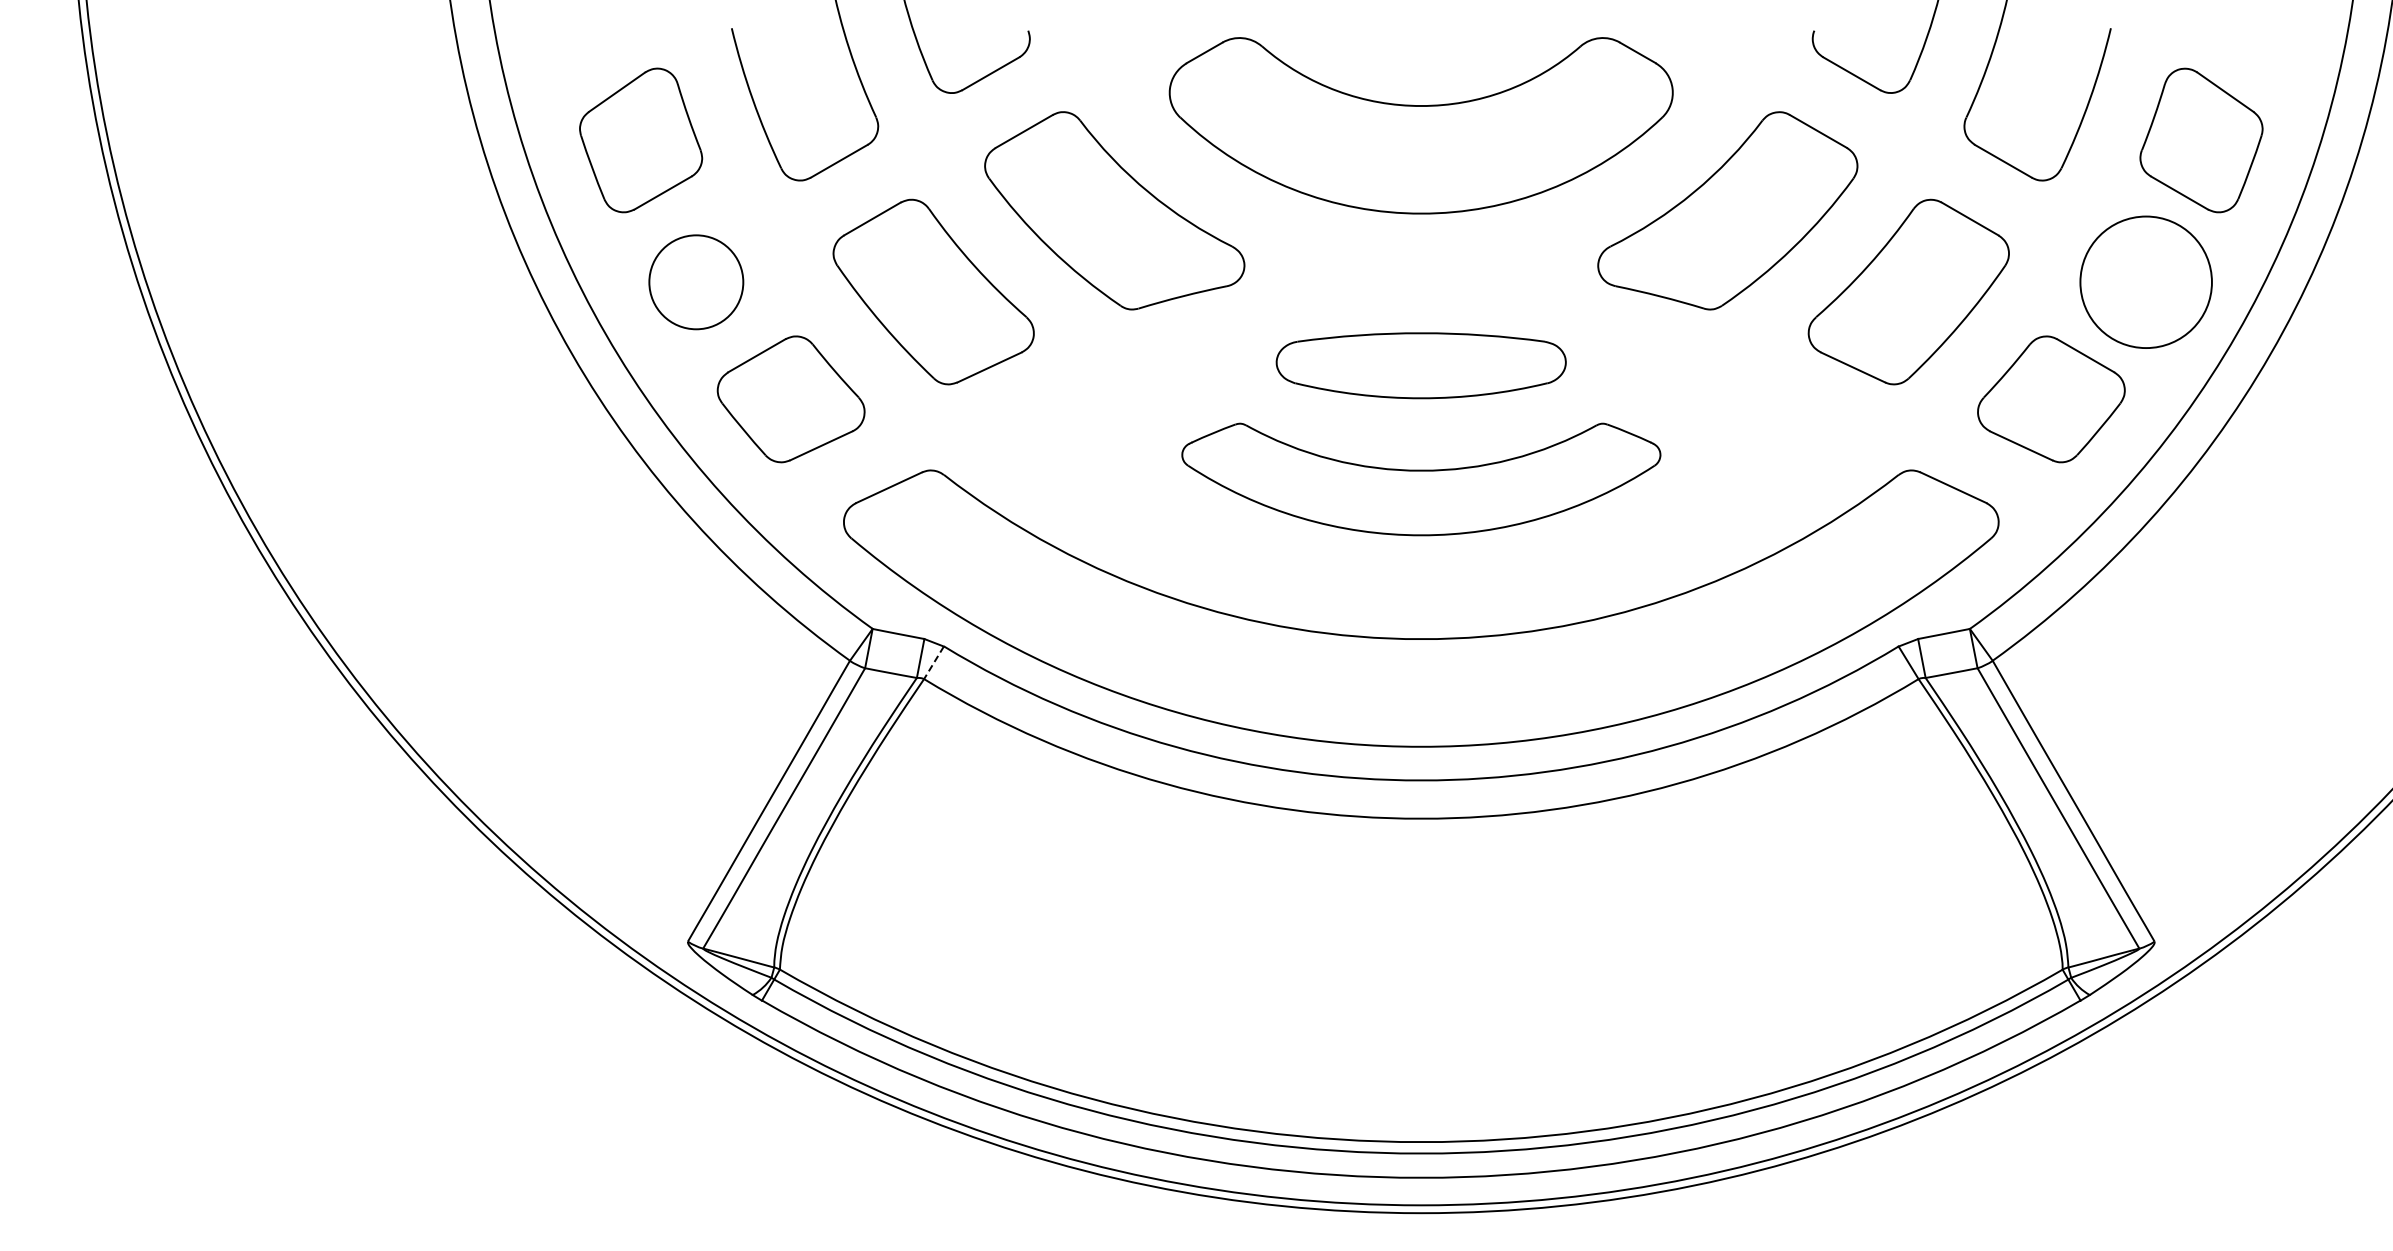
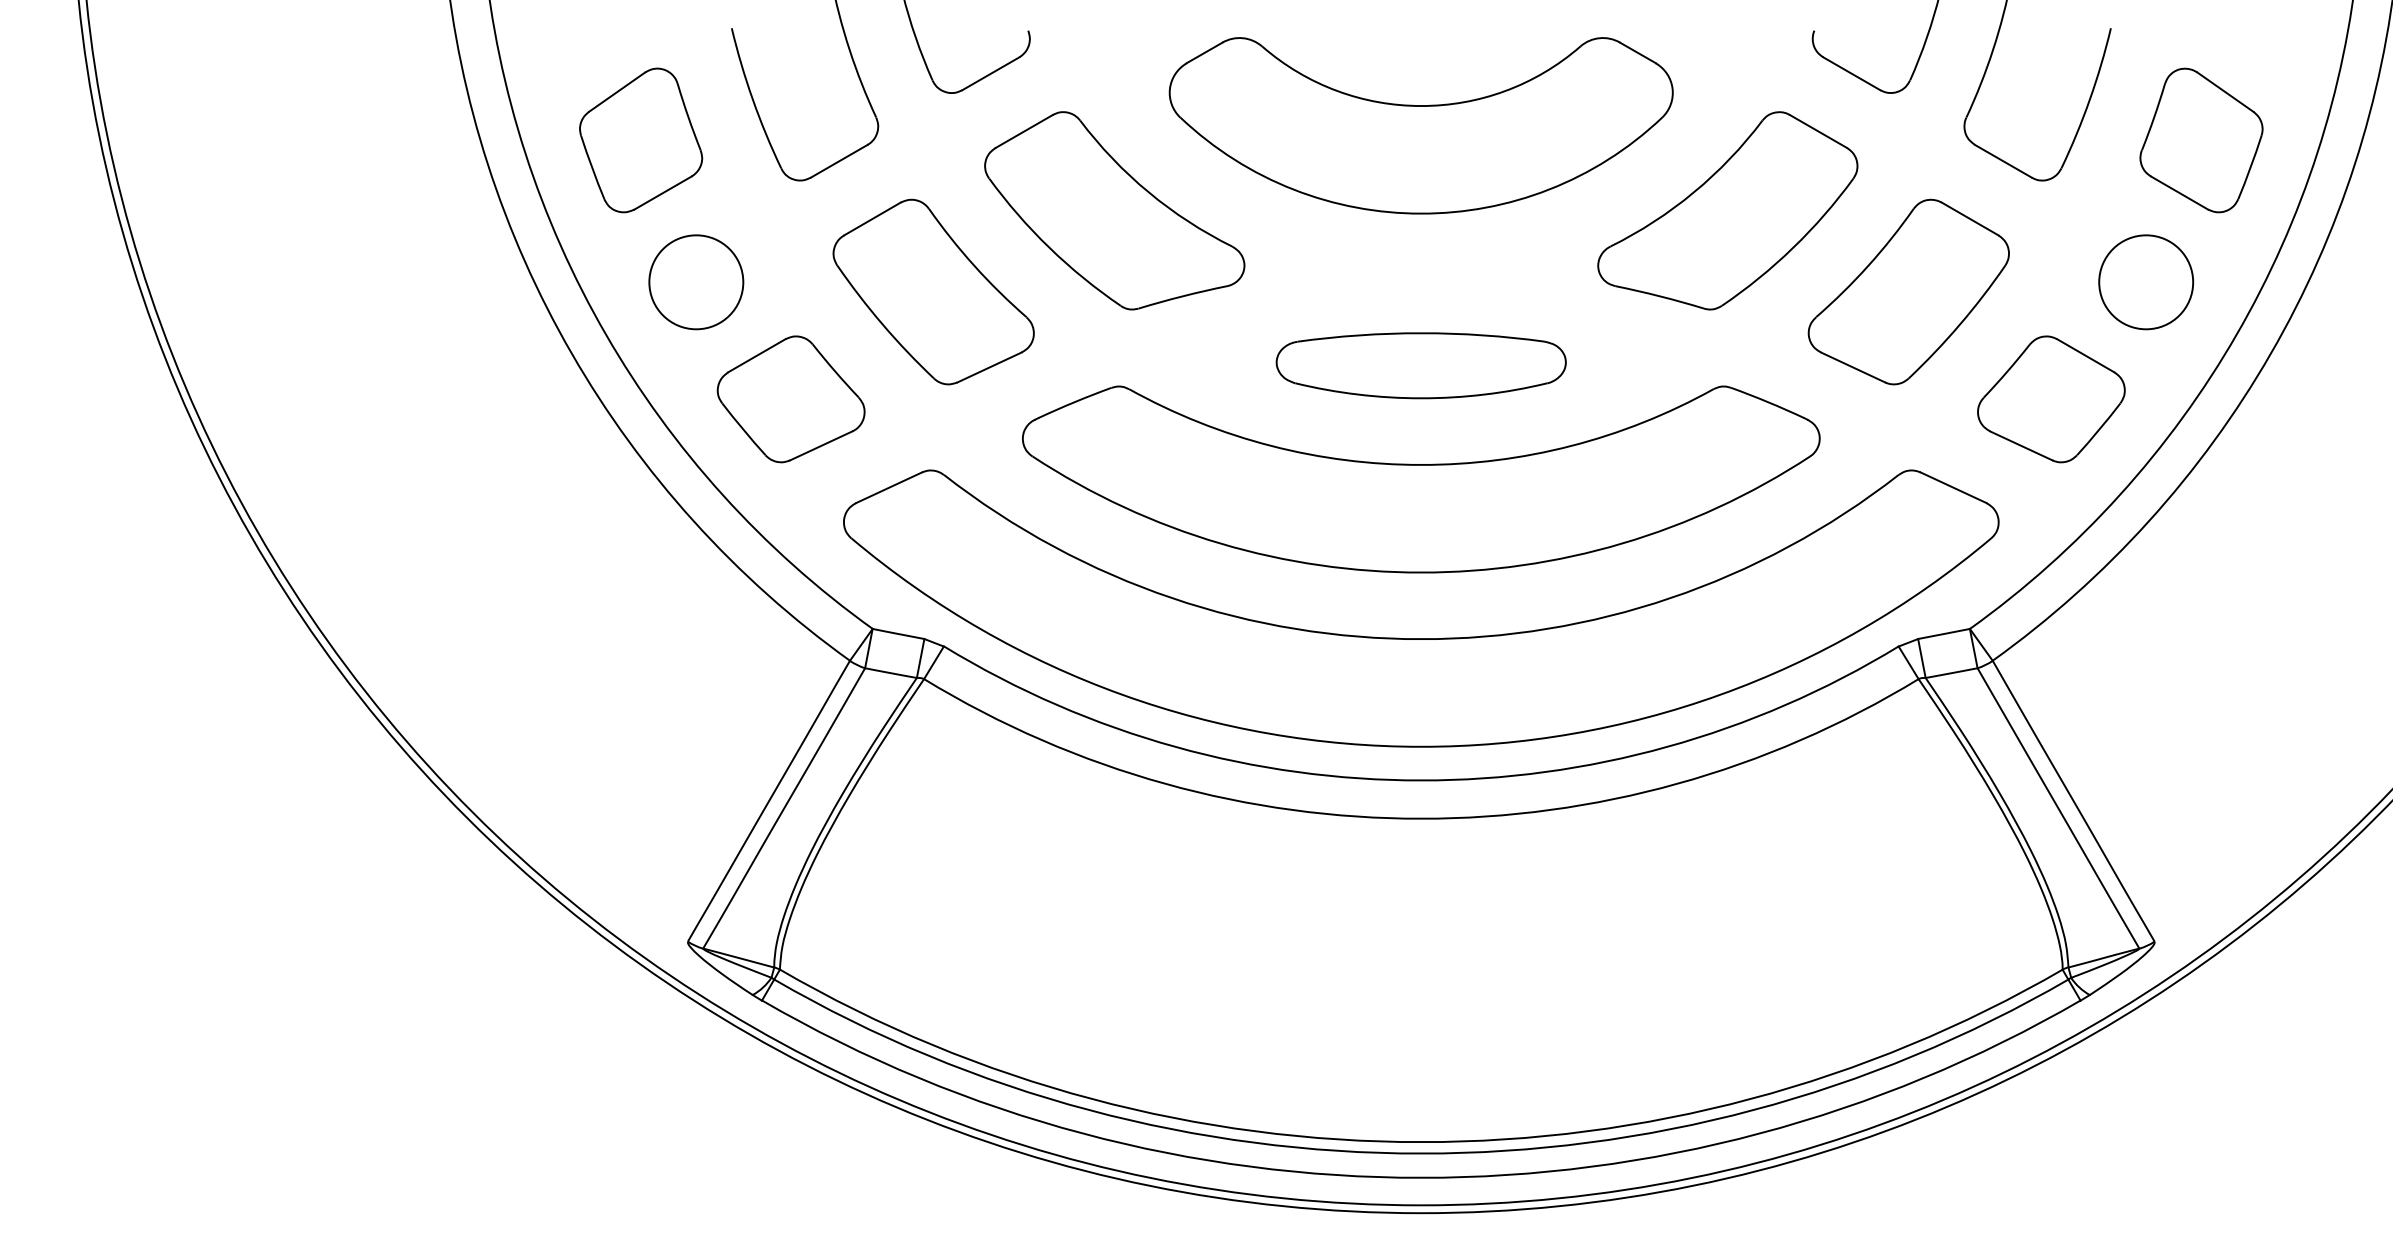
circle at (2145, 282) diameter: 132 px -> 94 px
part at (1421, 479) size: 481x115 px -> 799x189 px
line at (933, 663): dashed -> solid
